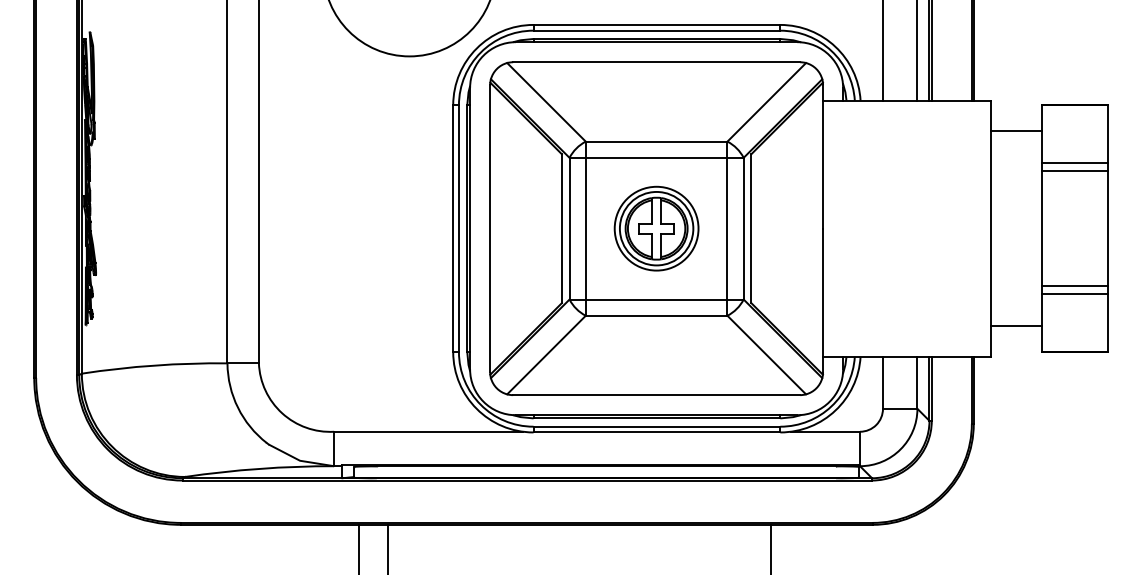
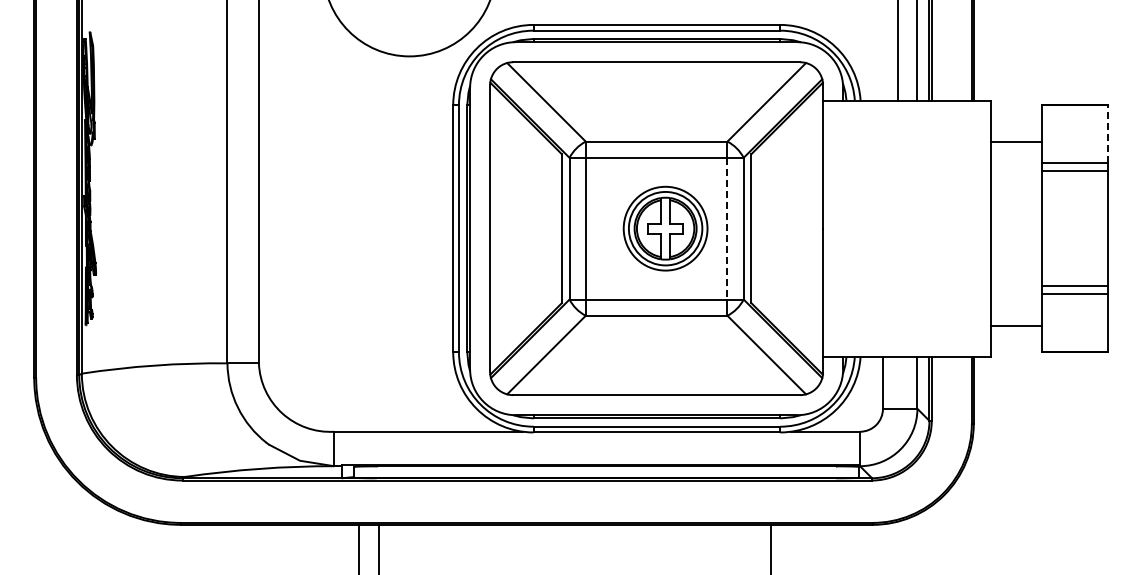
line at (883, 51) position: (883, 51) -> (898, 51)
line at (1016, 131) position: (1016, 131) -> (1016, 142)
line at (1107, 134): solid -> dashed
part at (656, 228) position: (656, 228) -> (665, 228)
line at (727, 228): solid -> dashed
line at (387, 547) position: (387, 547) -> (378, 547)
